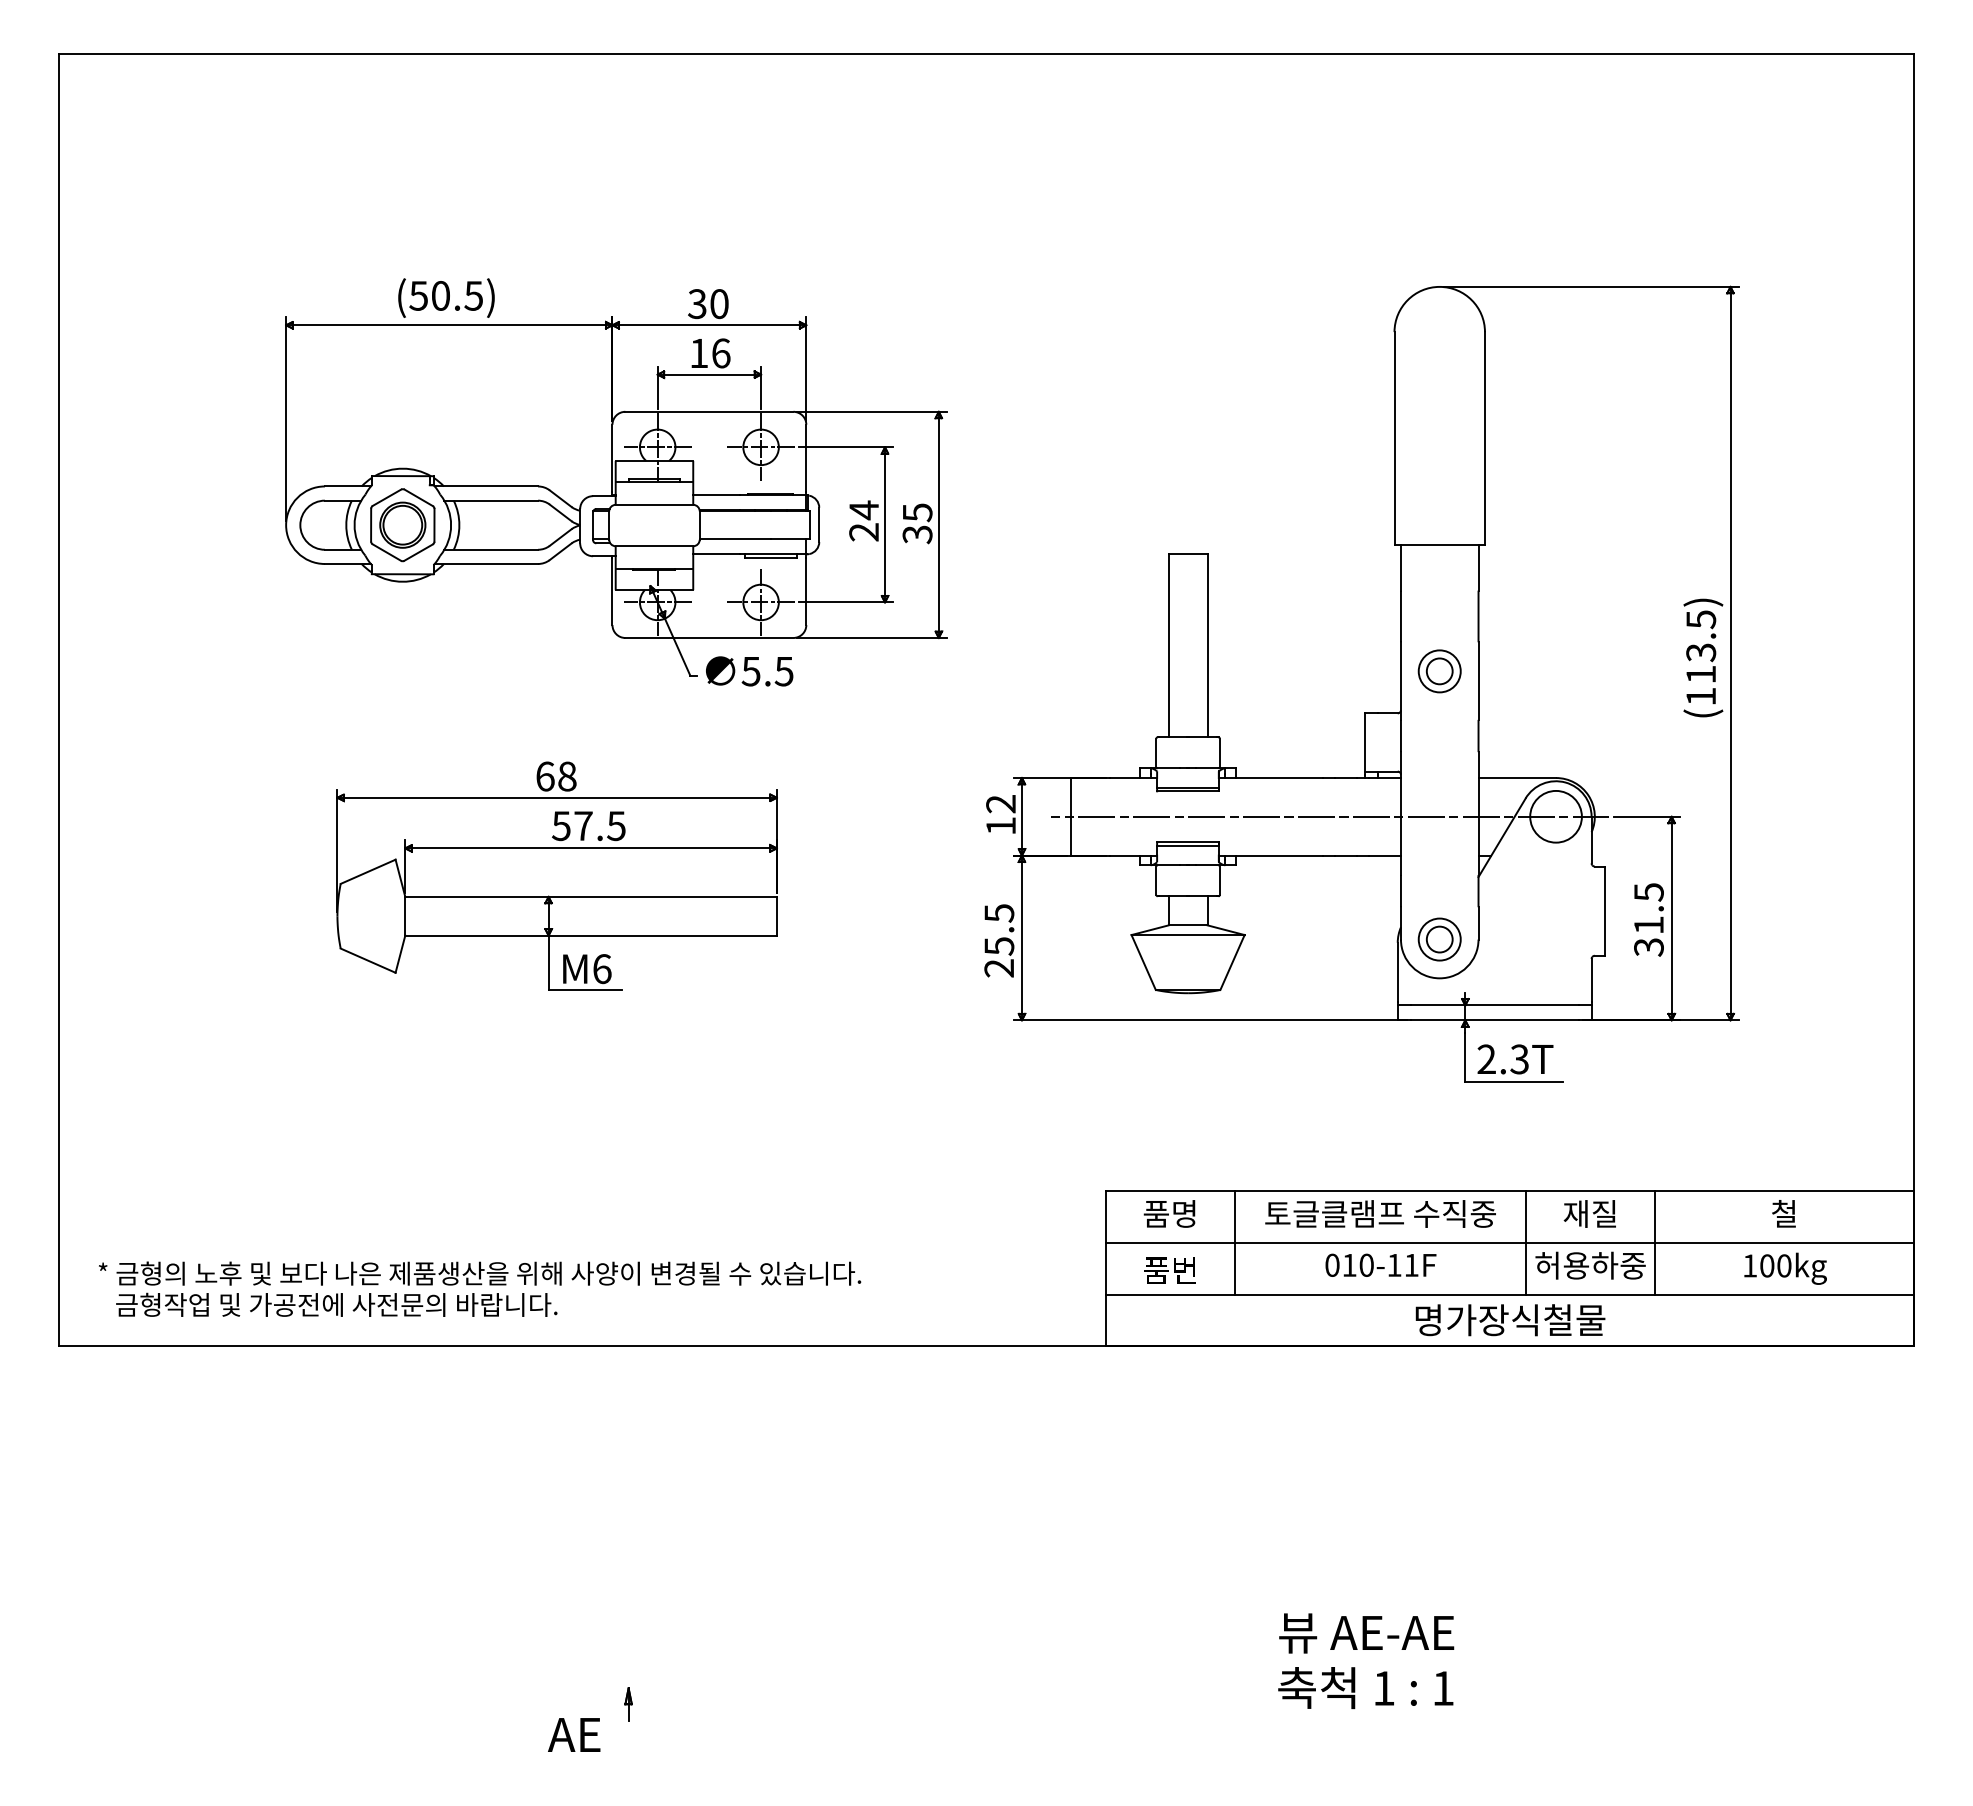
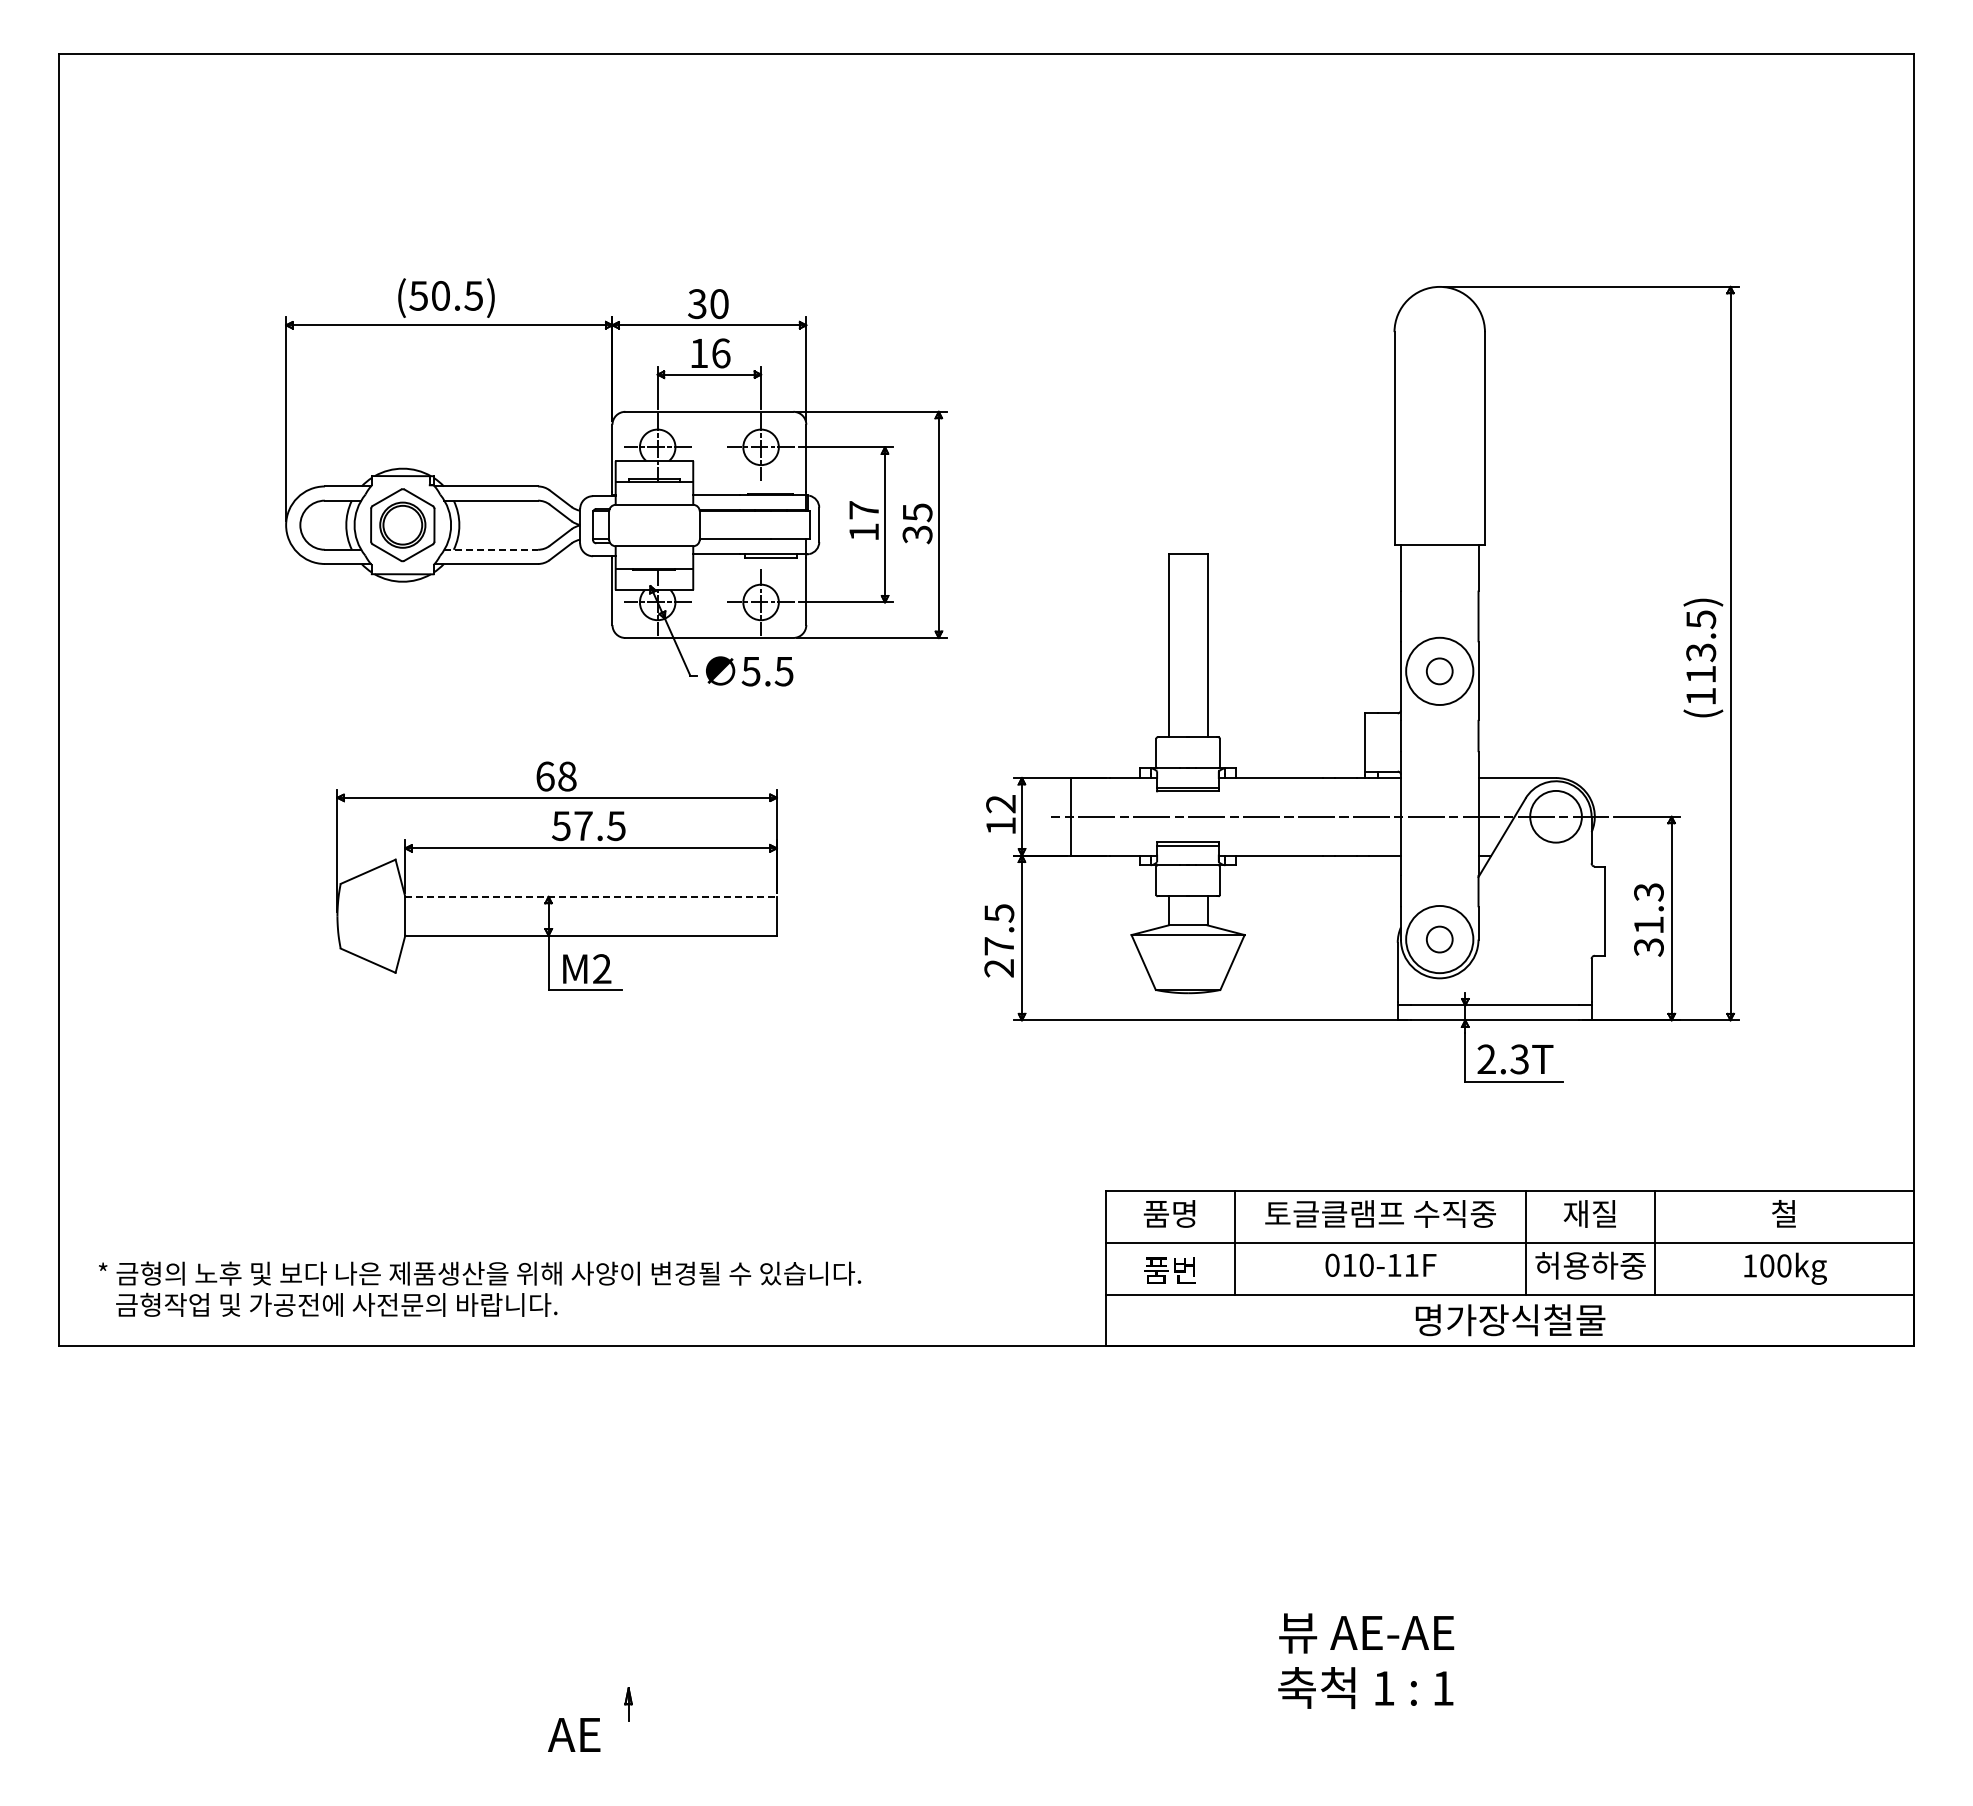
text at (863, 520): 24 -> 17
line at (491, 549): solid -> dashed
circle at (1439, 671) diameter: 42 px -> 67 px
text at (1648, 892): 31.5 -> 31.3
line at (591, 896): solid -> dashed
circle at (1439, 939) diameter: 42 px -> 67 px
text at (999, 946): 25.5 -> 27.5
text at (602, 969): M6 -> M2
